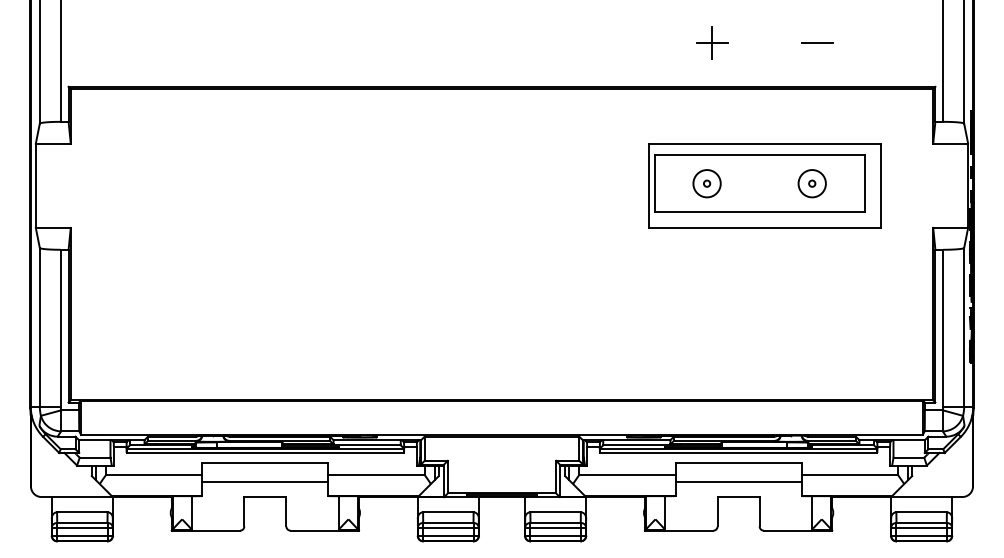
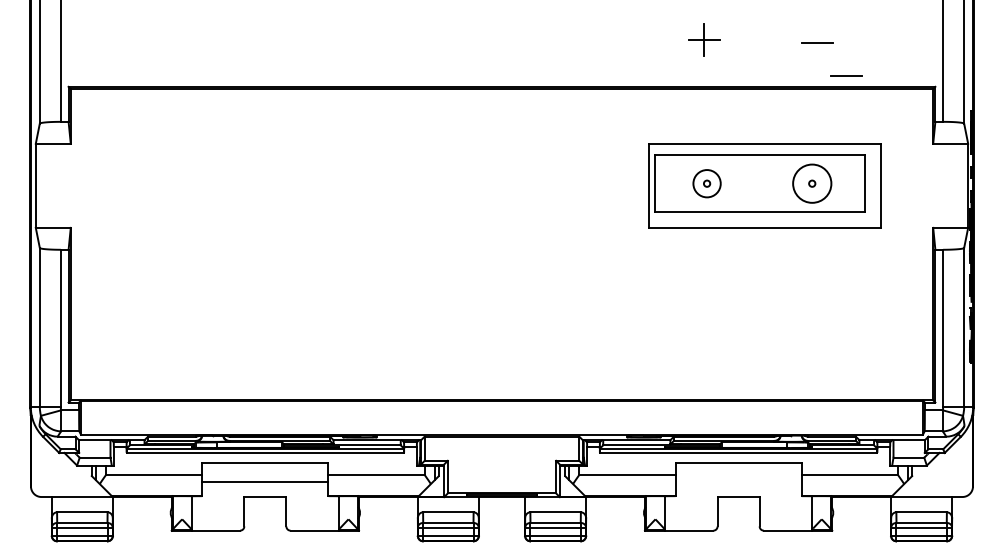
part at (712, 42) position: (712, 42) -> (704, 39)
line at (846, 75): none -> present
circle at (811, 183) diameter: 27 px -> 38 px
line at (738, 482): present -> none
